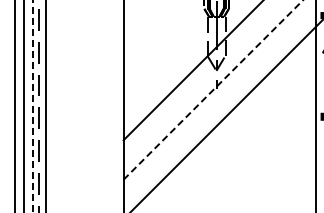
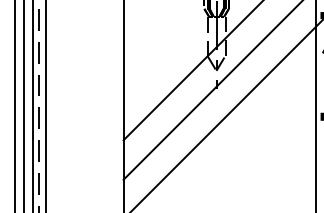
line at (213, 90): dashed -> solid
line at (33, 106): dashed -> solid
